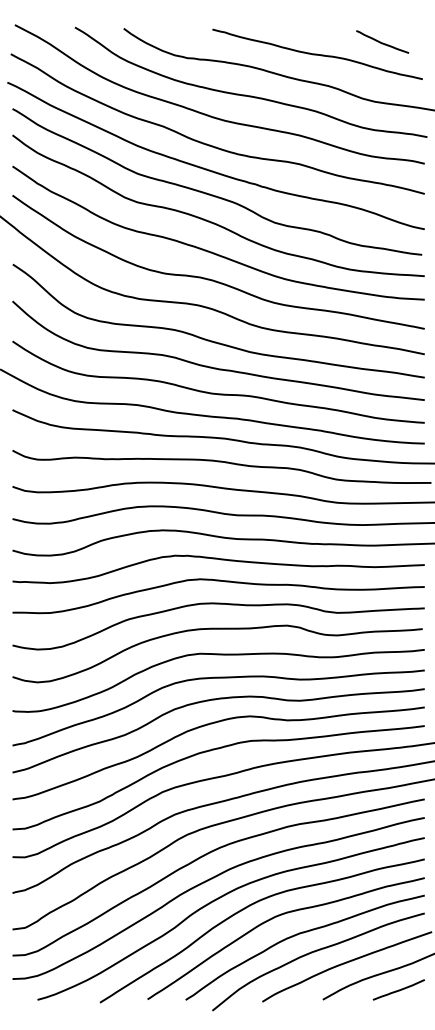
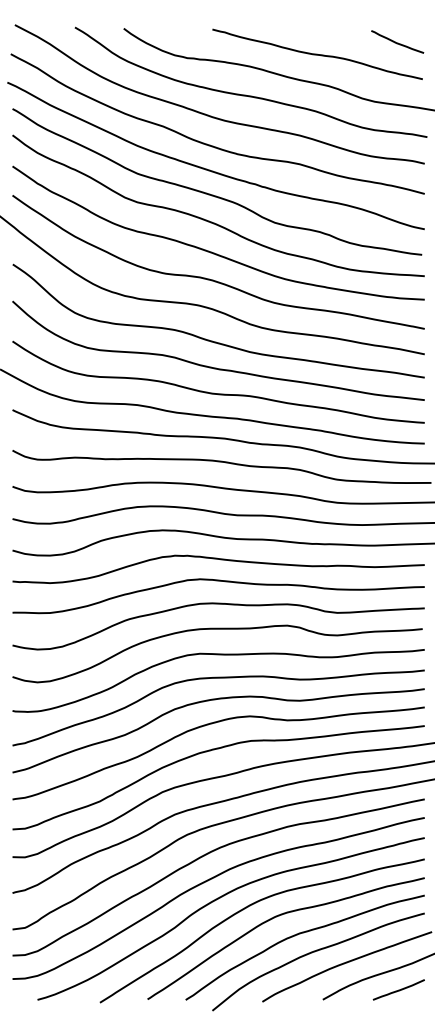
curve at (382, 42) position: (382, 42) -> (397, 42)
